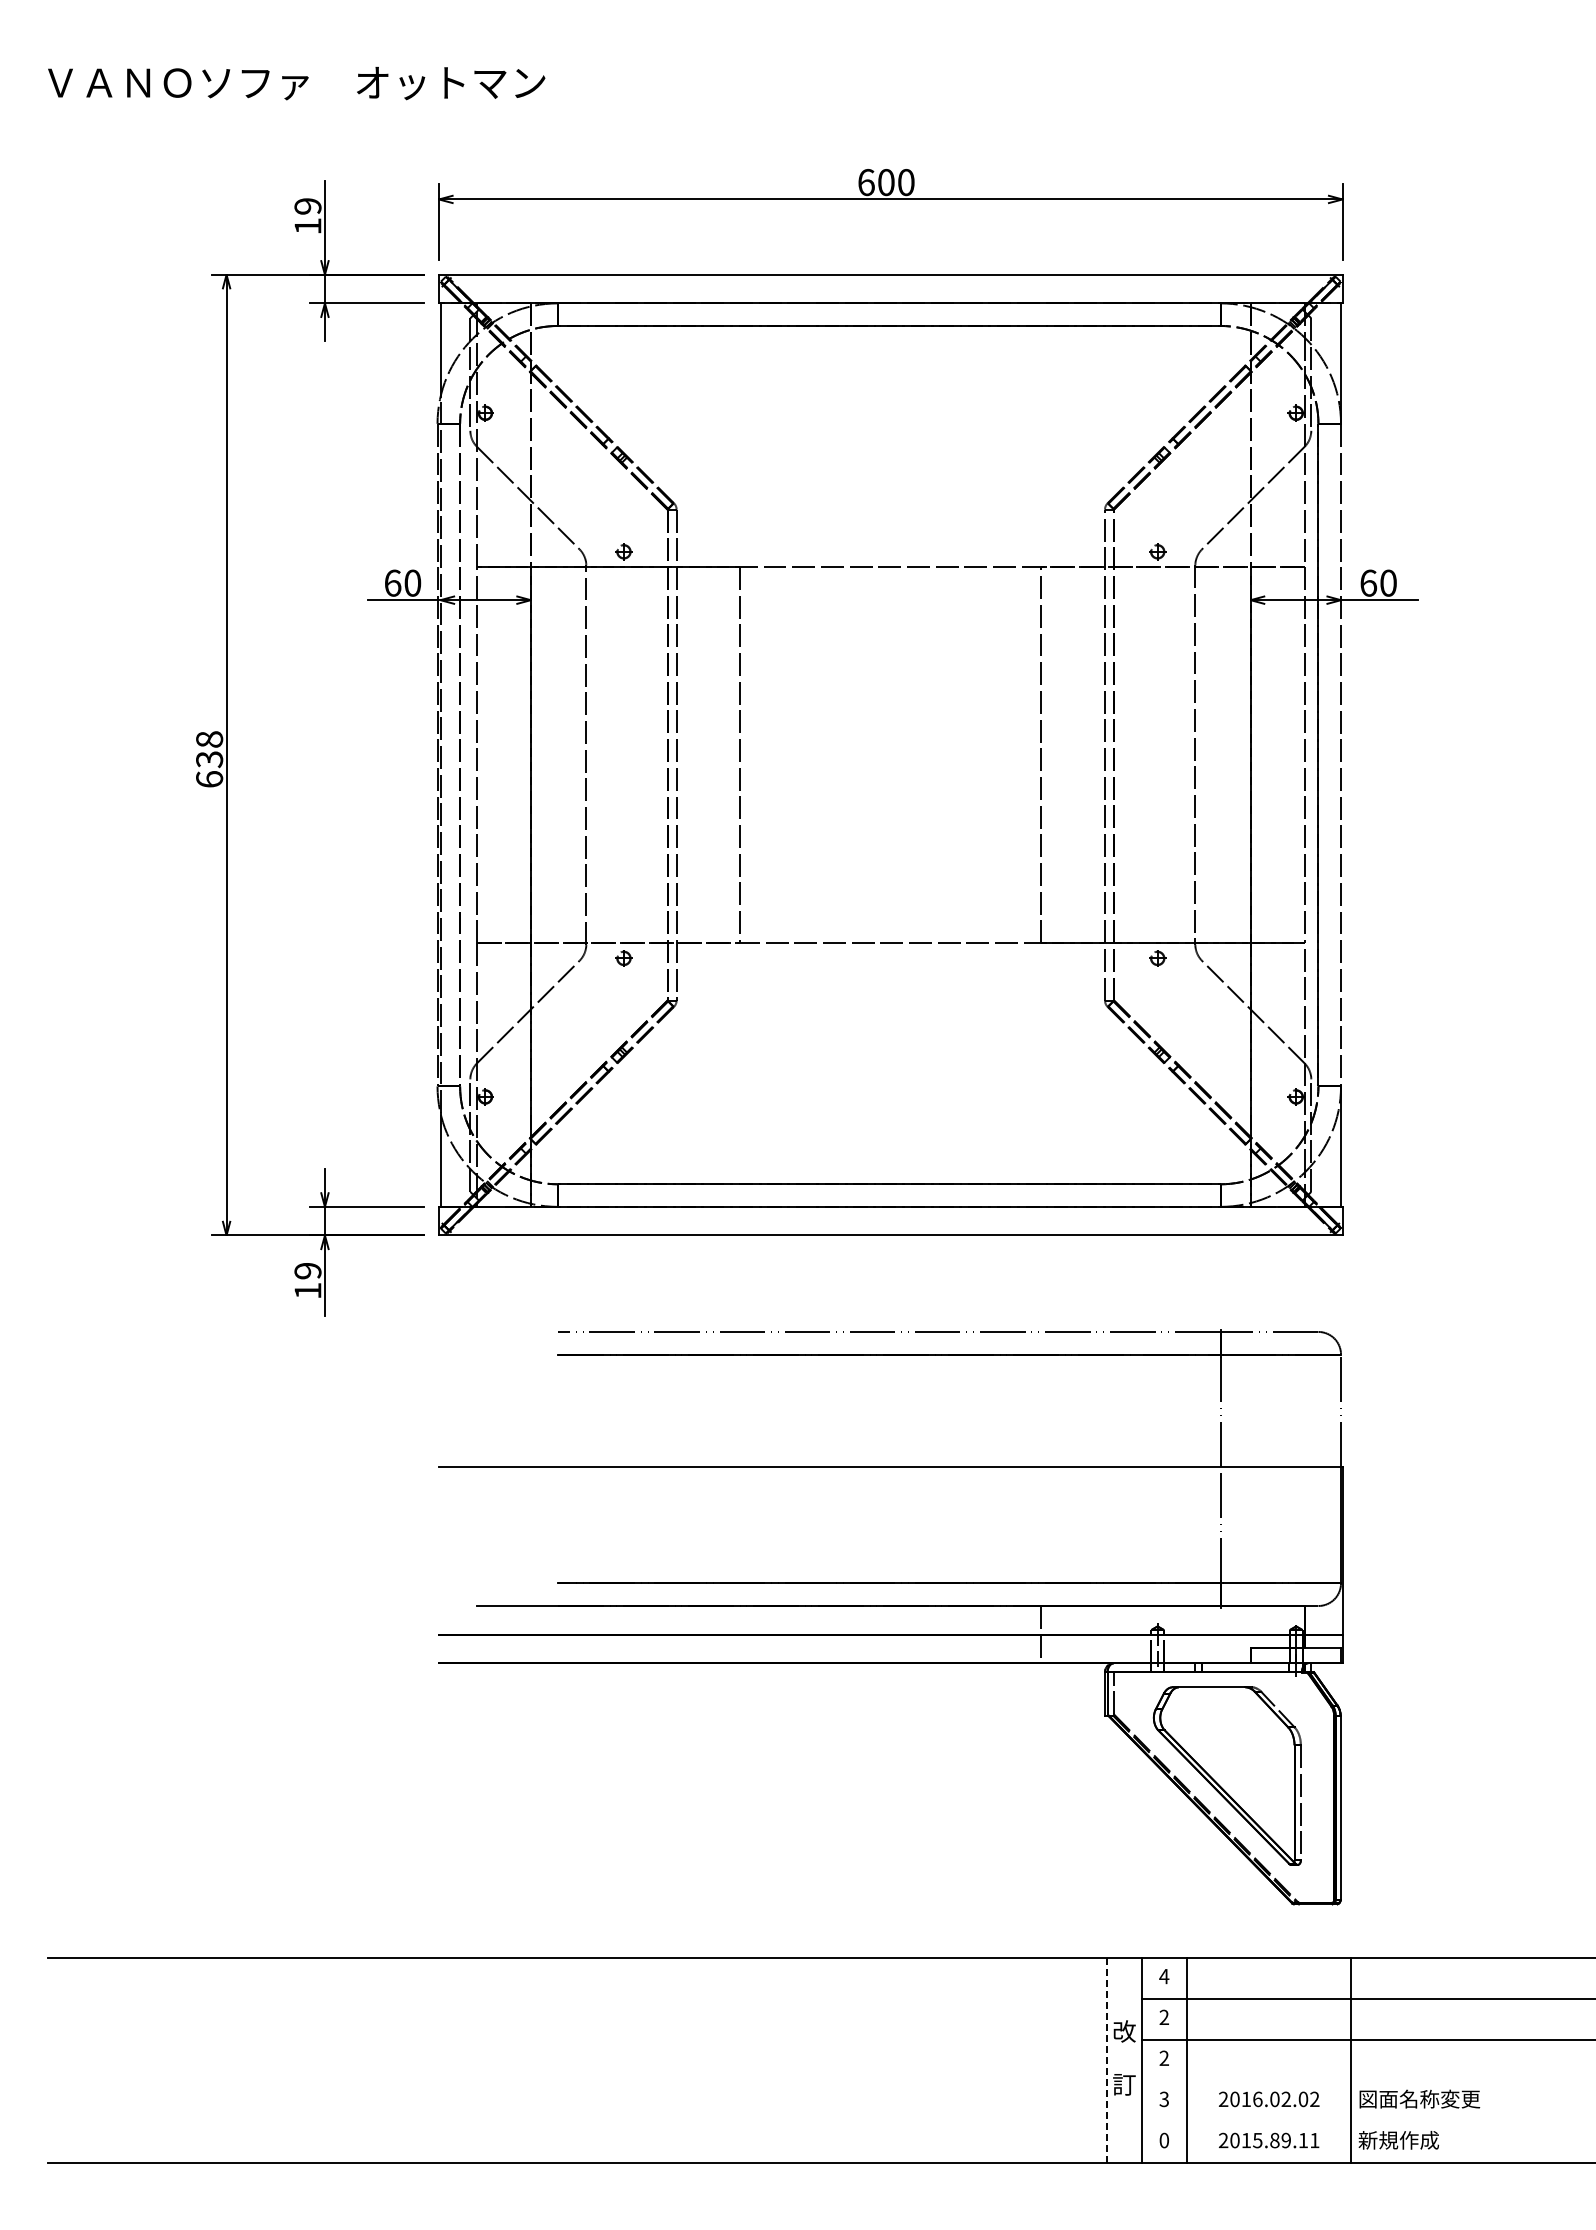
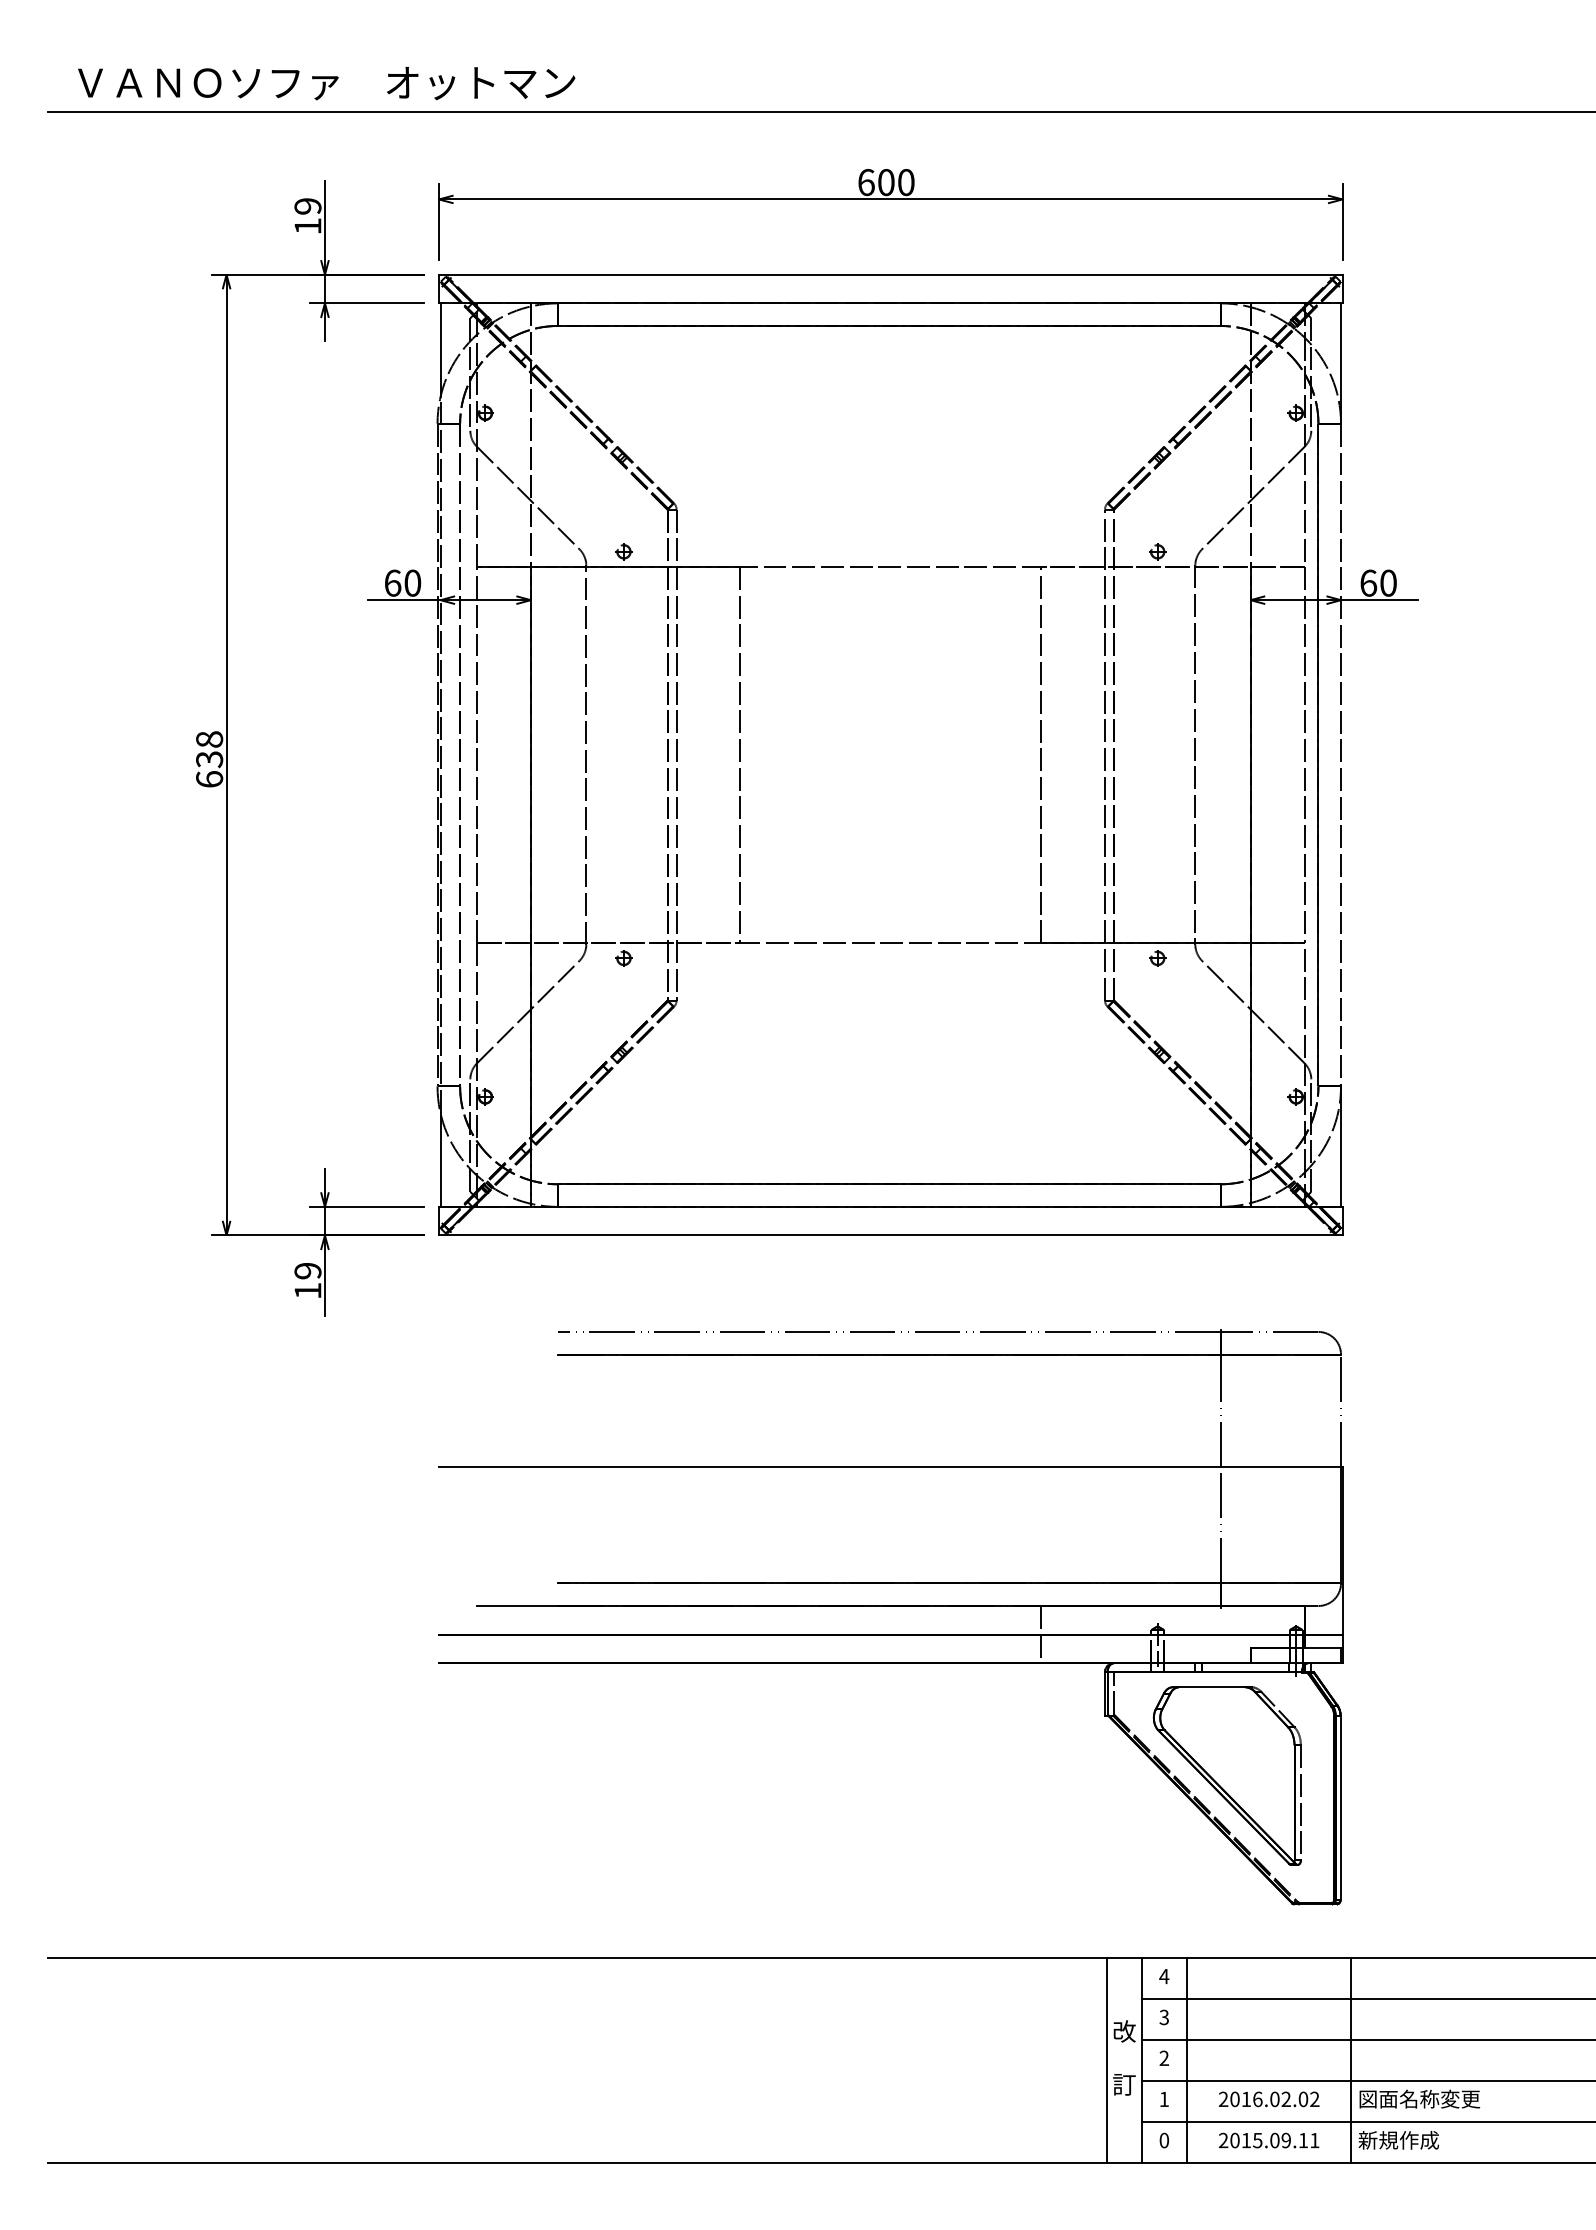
text at (296, 83) position: (296, 83) -> (326, 83)
line at (819, 111): none -> present
text at (1163, 2017): 2 -> 3
line at (1107, 2060): dashed -> solid
line at (1366, 2080): none -> present
text at (1163, 2099): 3 -> 1
line at (1366, 2121): none -> present
text at (1274, 2140): 2015.89.11 -> 2015.09.11
